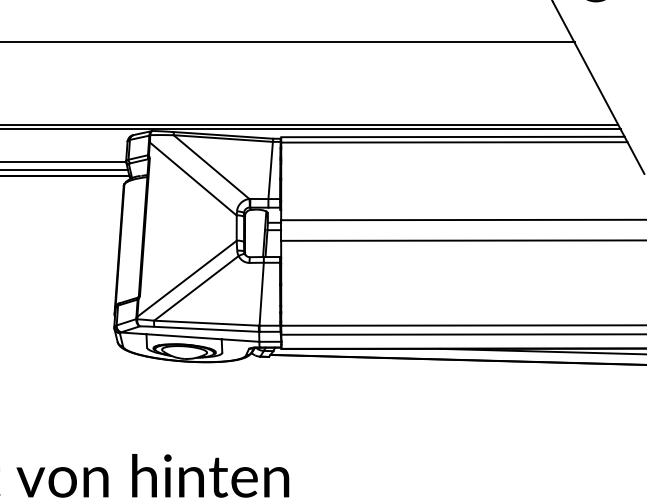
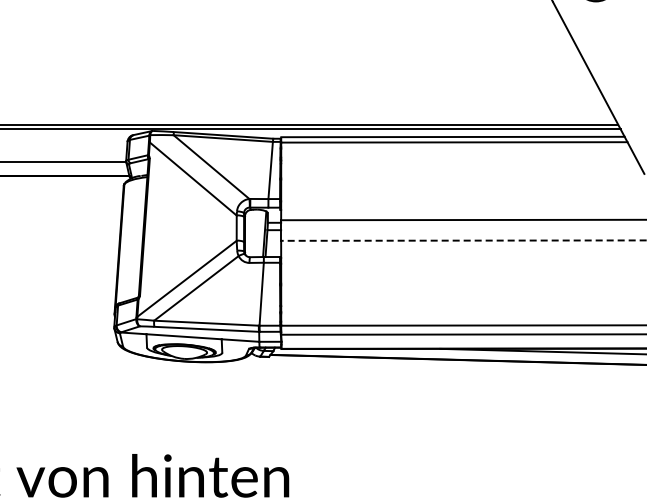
line at (288, 42): present -> none
line at (64, 169): present -> none
line at (464, 240): solid -> dashed
